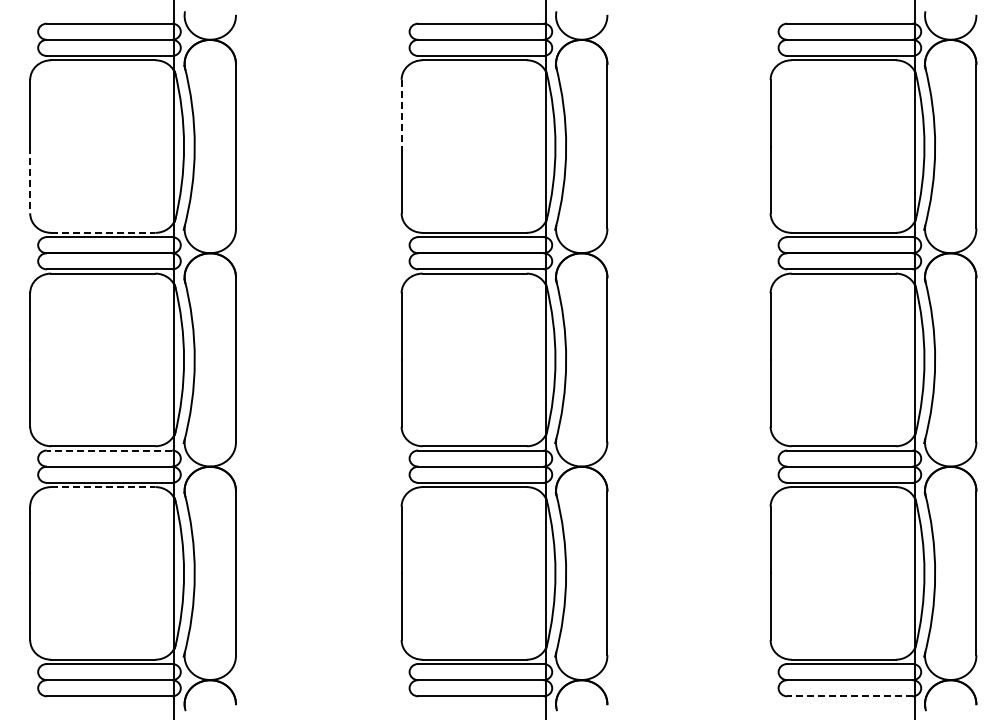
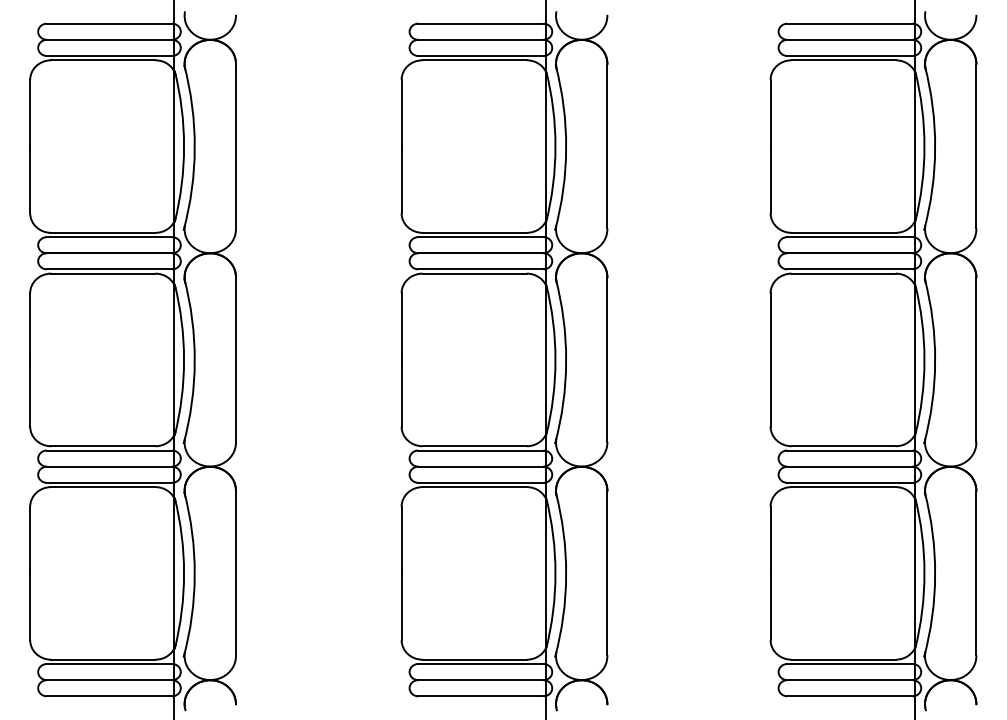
line at (401, 113): dashed -> solid
line at (30, 180): dashed -> solid
line at (103, 232): dashed -> solid
line at (109, 450): dashed -> solid
line at (103, 487): dashed -> solid
line at (849, 696): dashed -> solid
